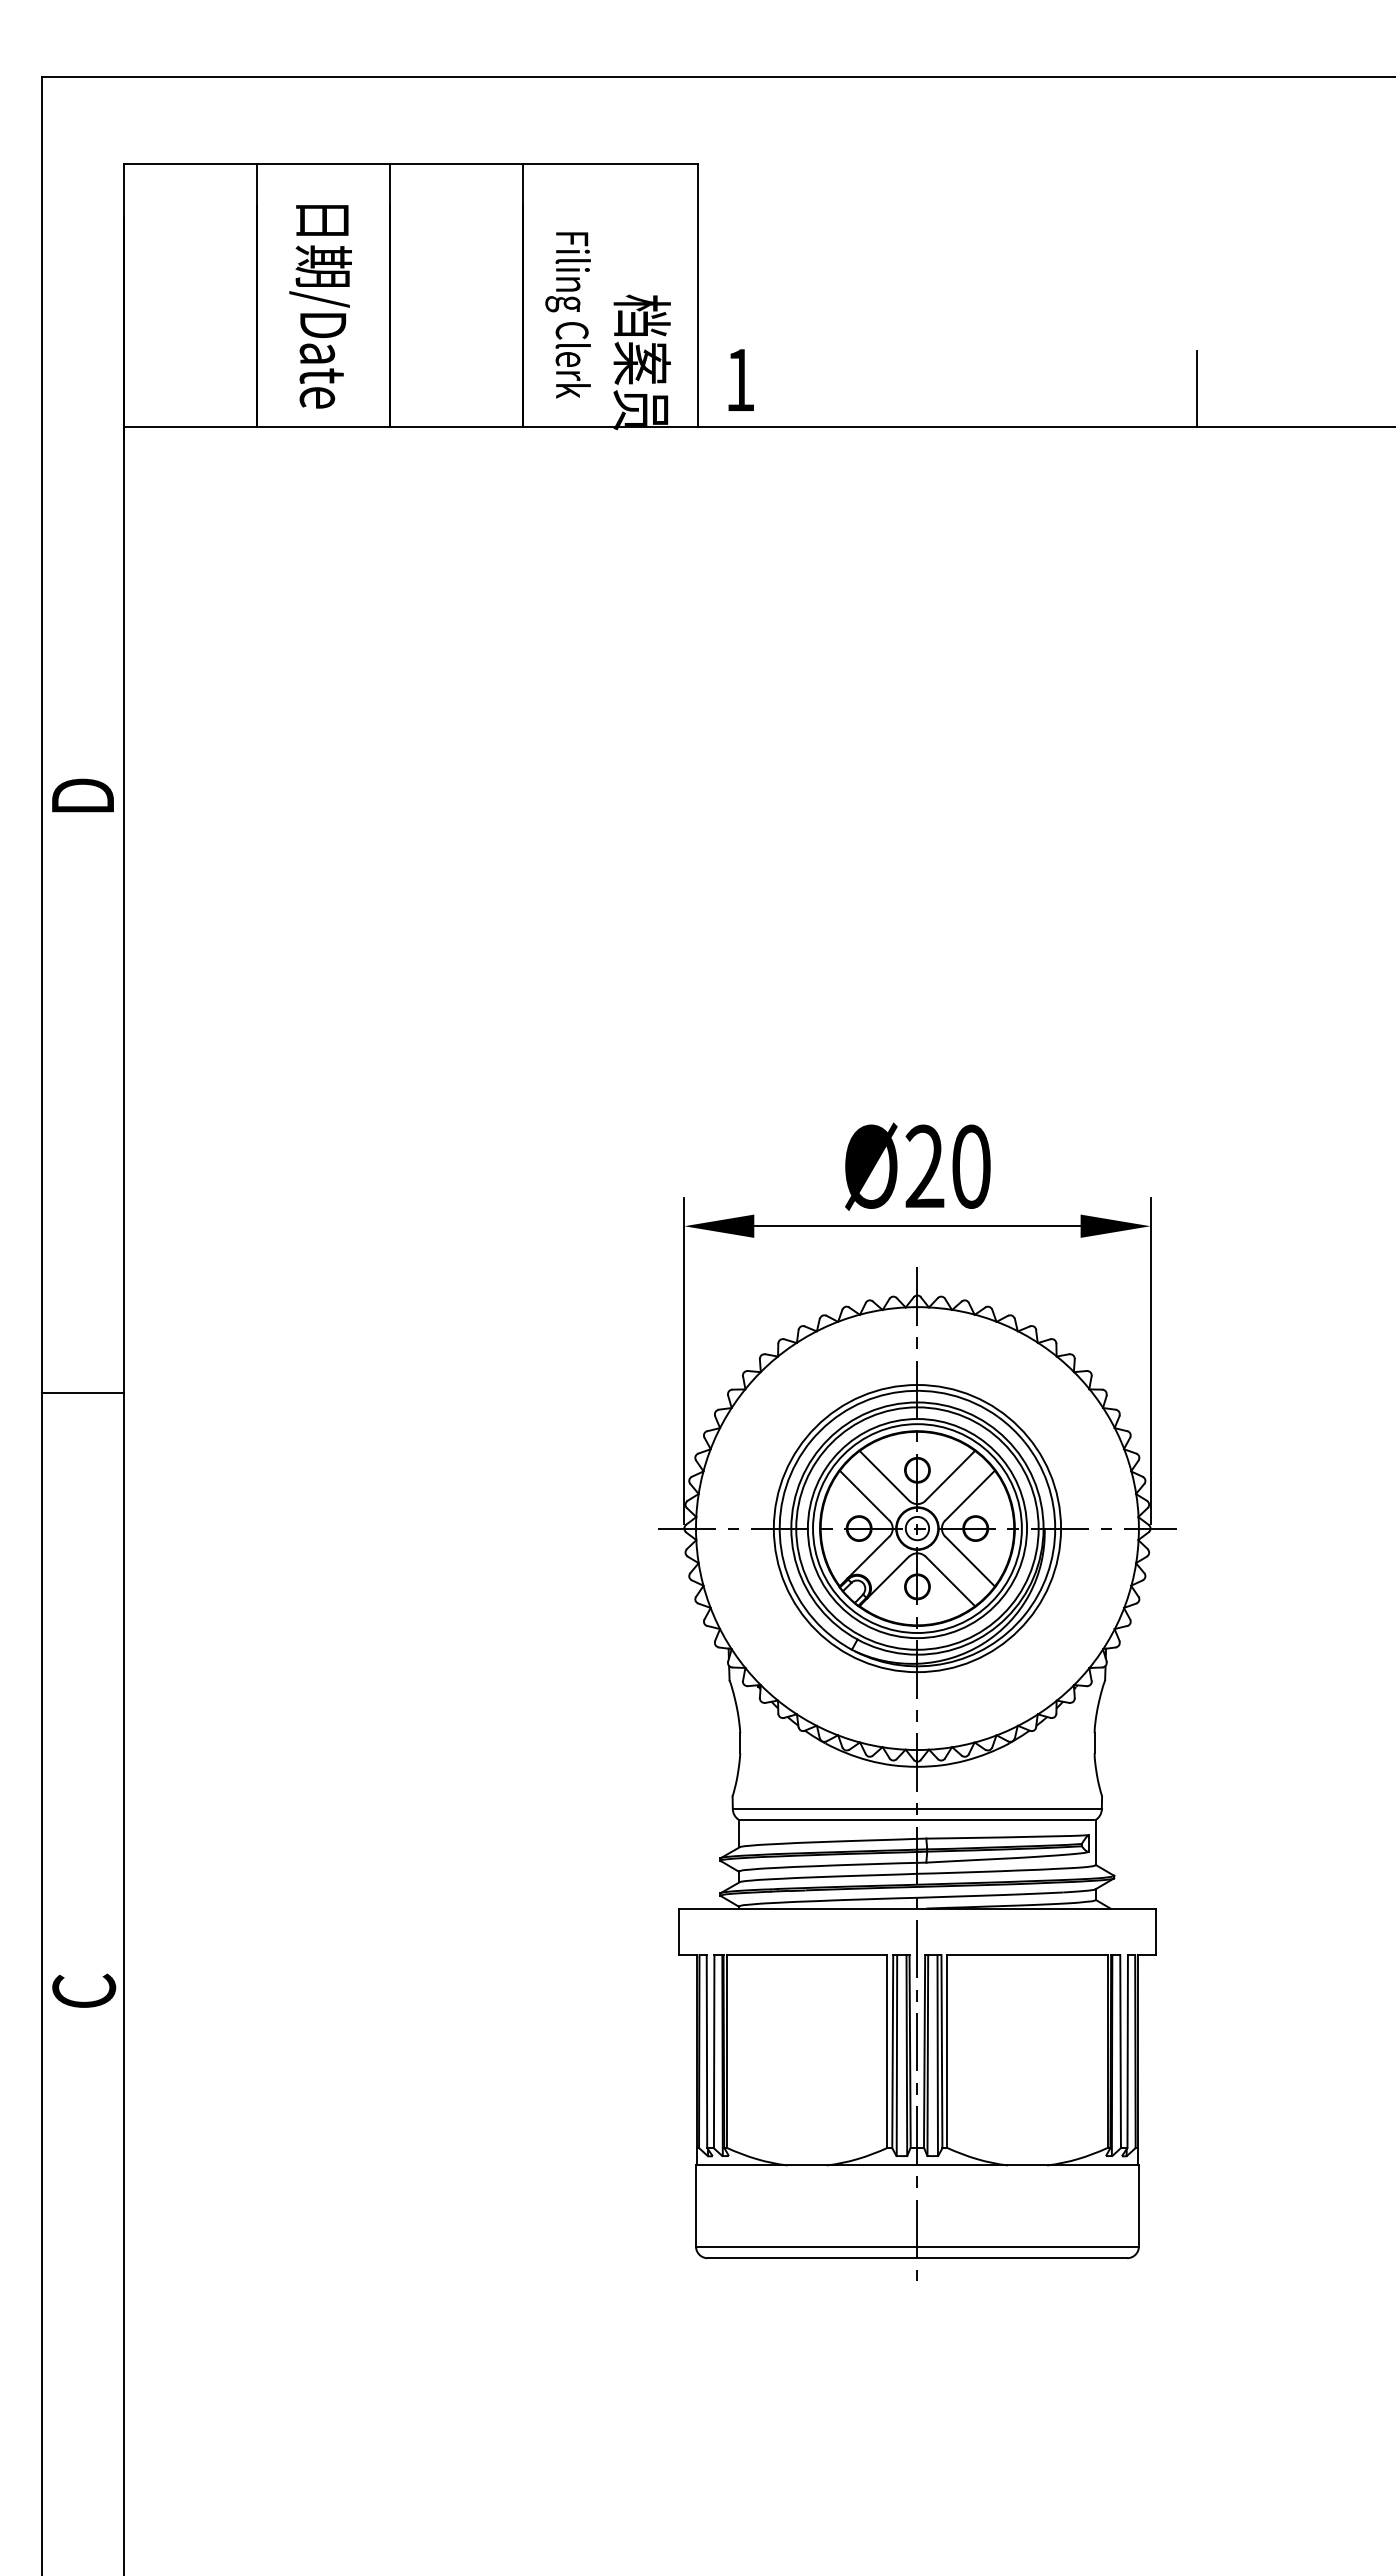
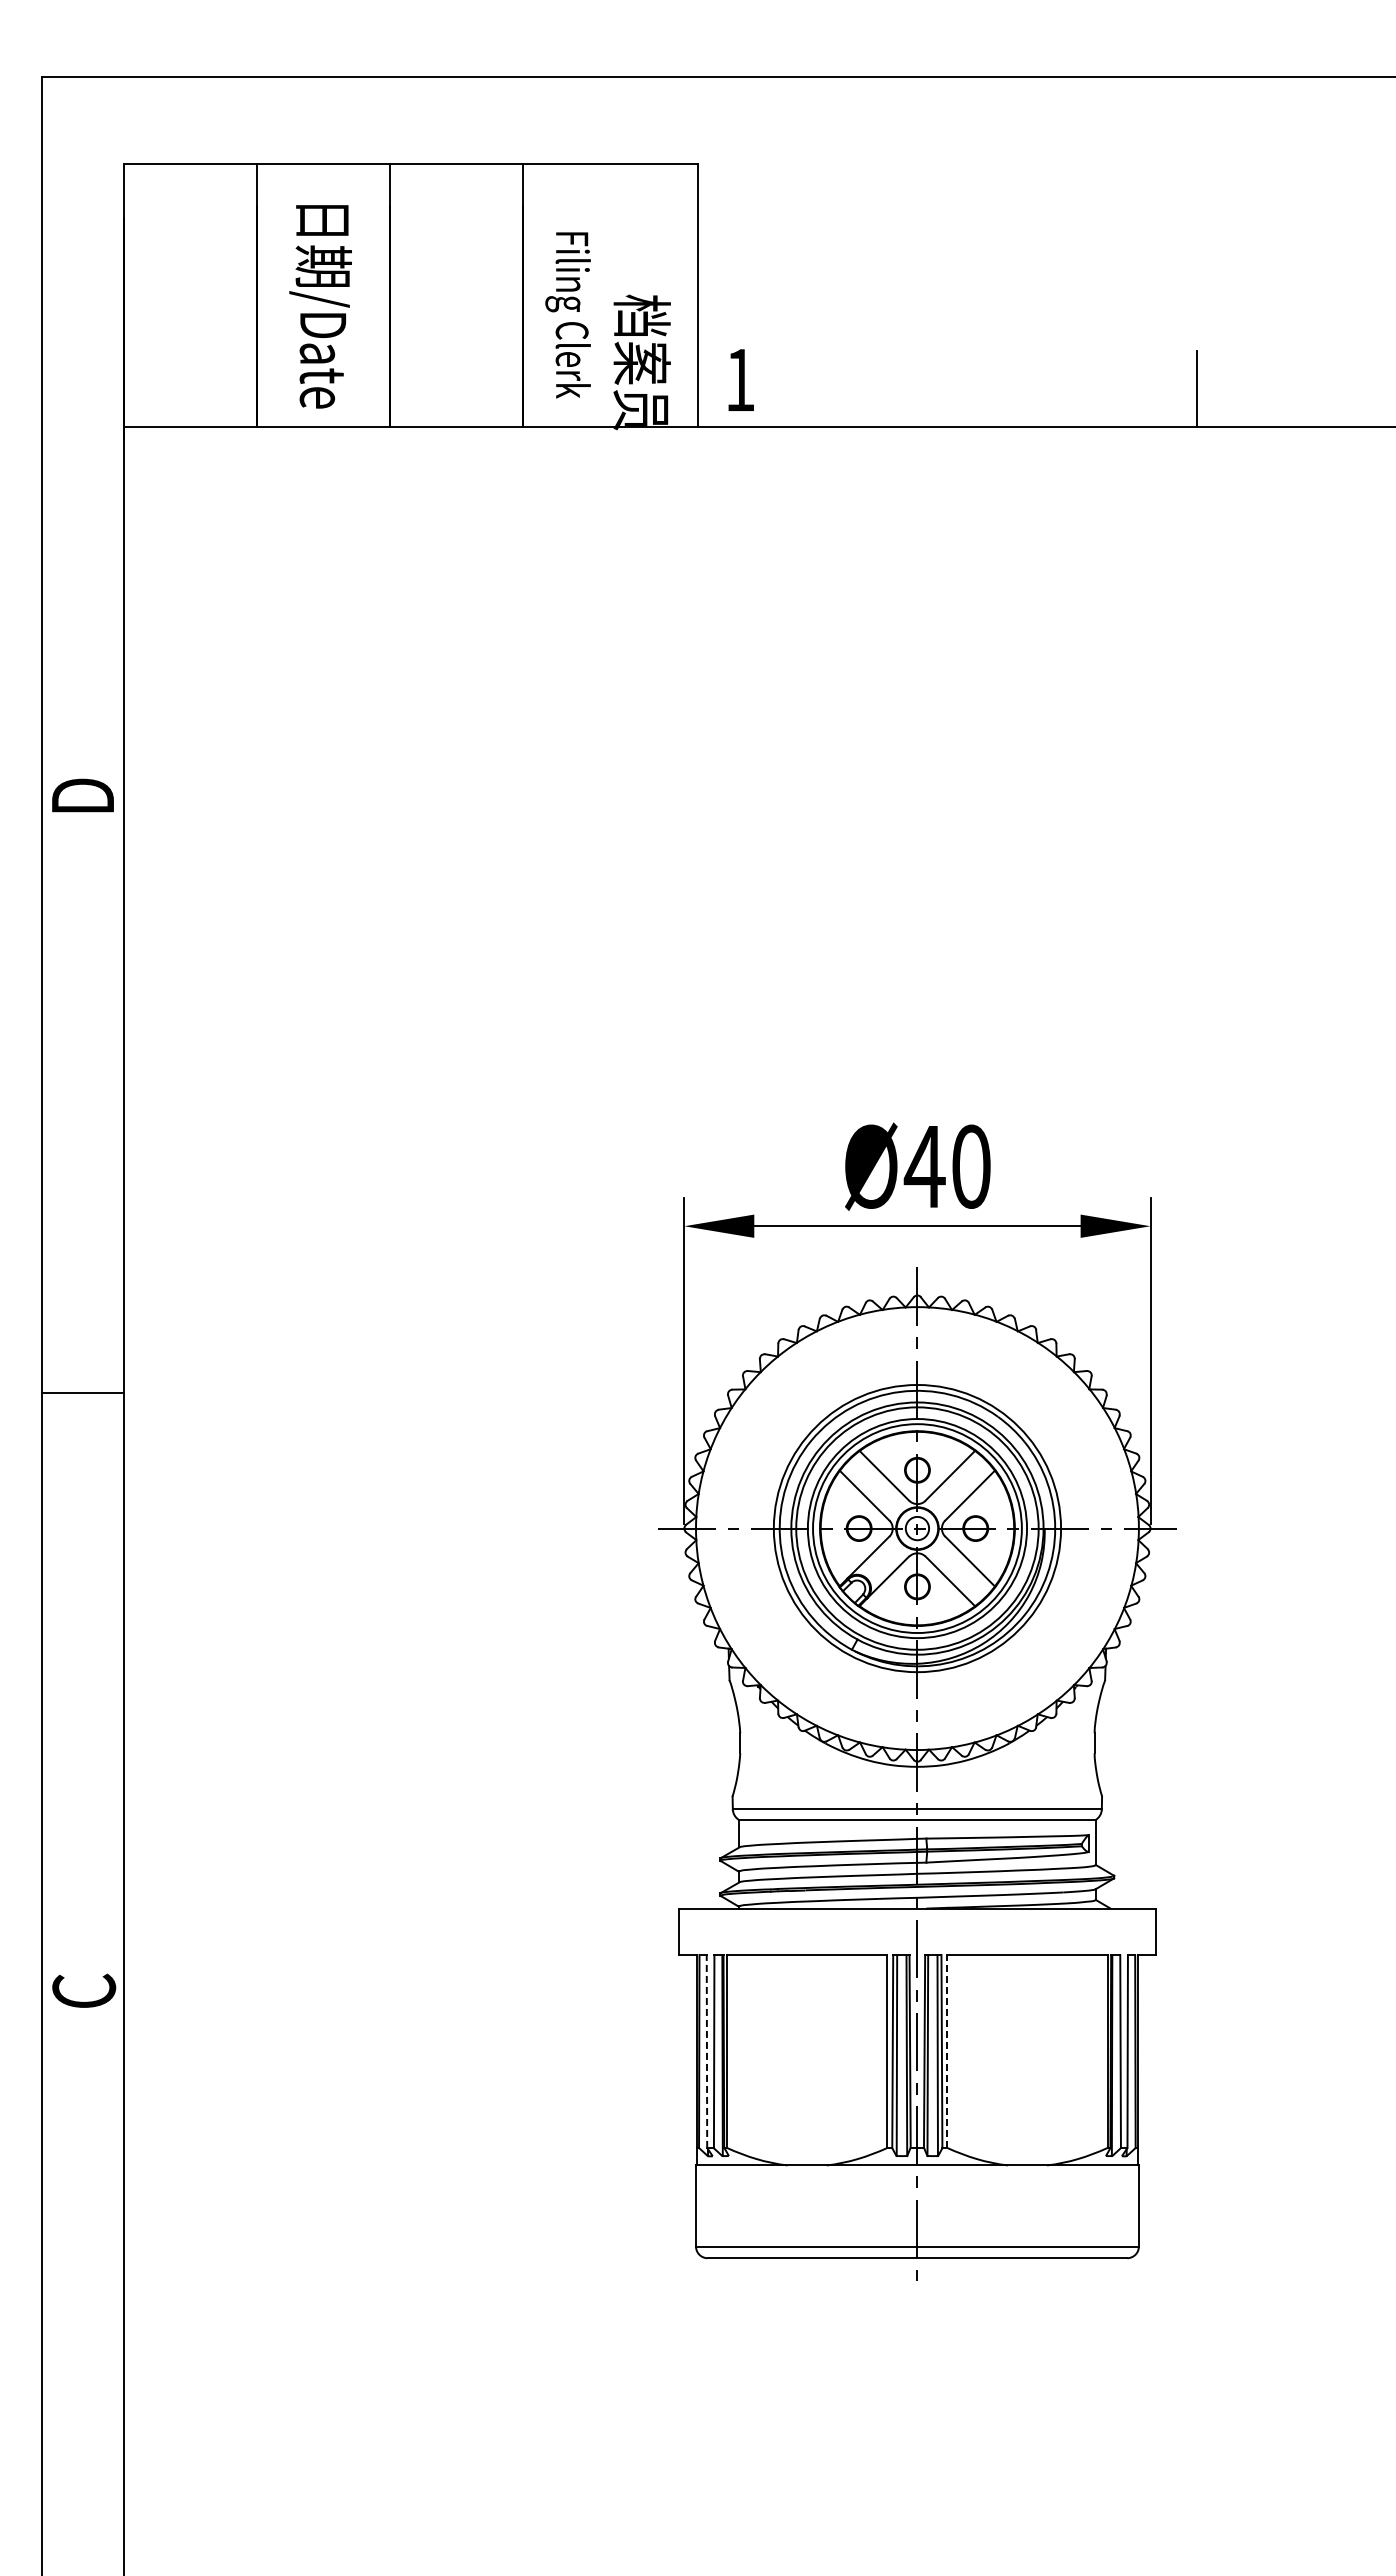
text at (924, 1165): Ø20 -> Ø40
line at (706, 2051): solid -> dashed
line at (947, 2051): solid -> dashed
